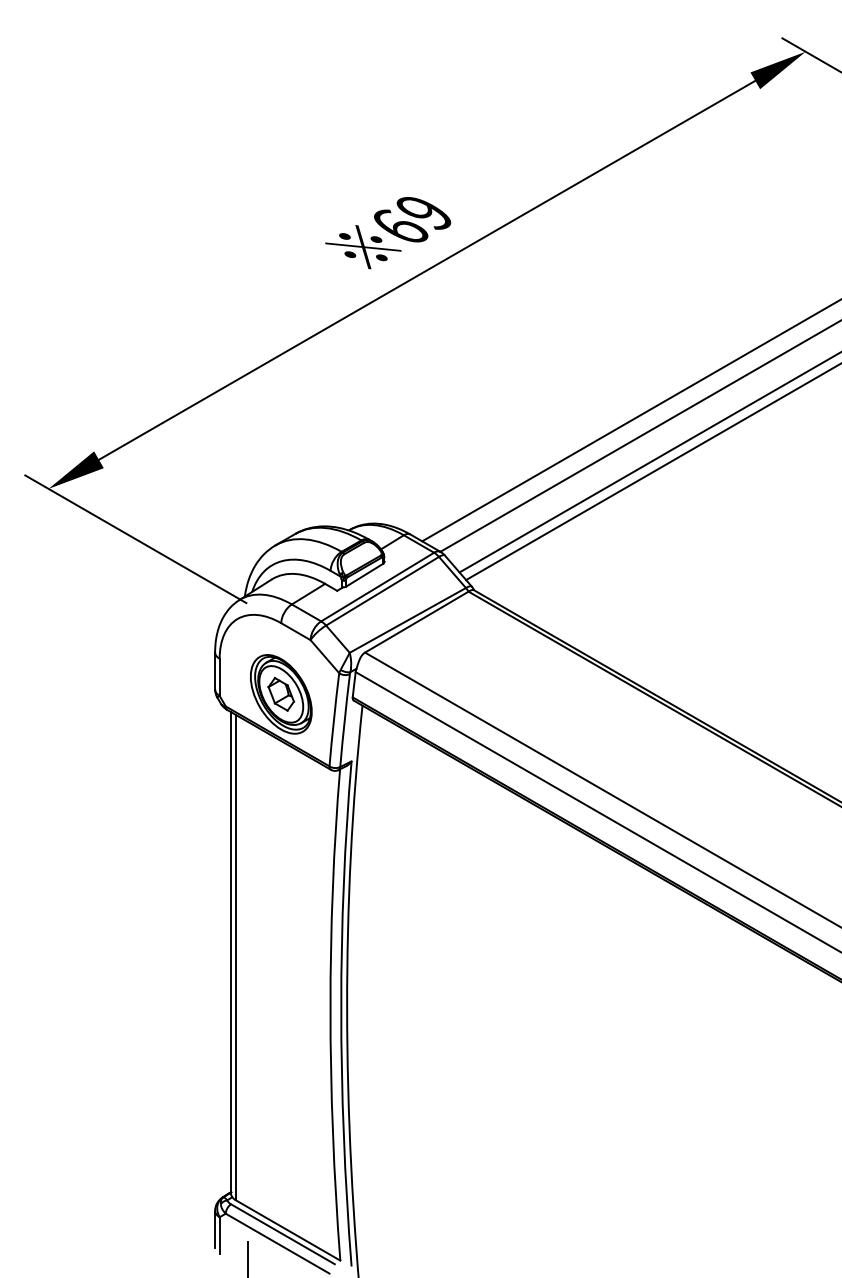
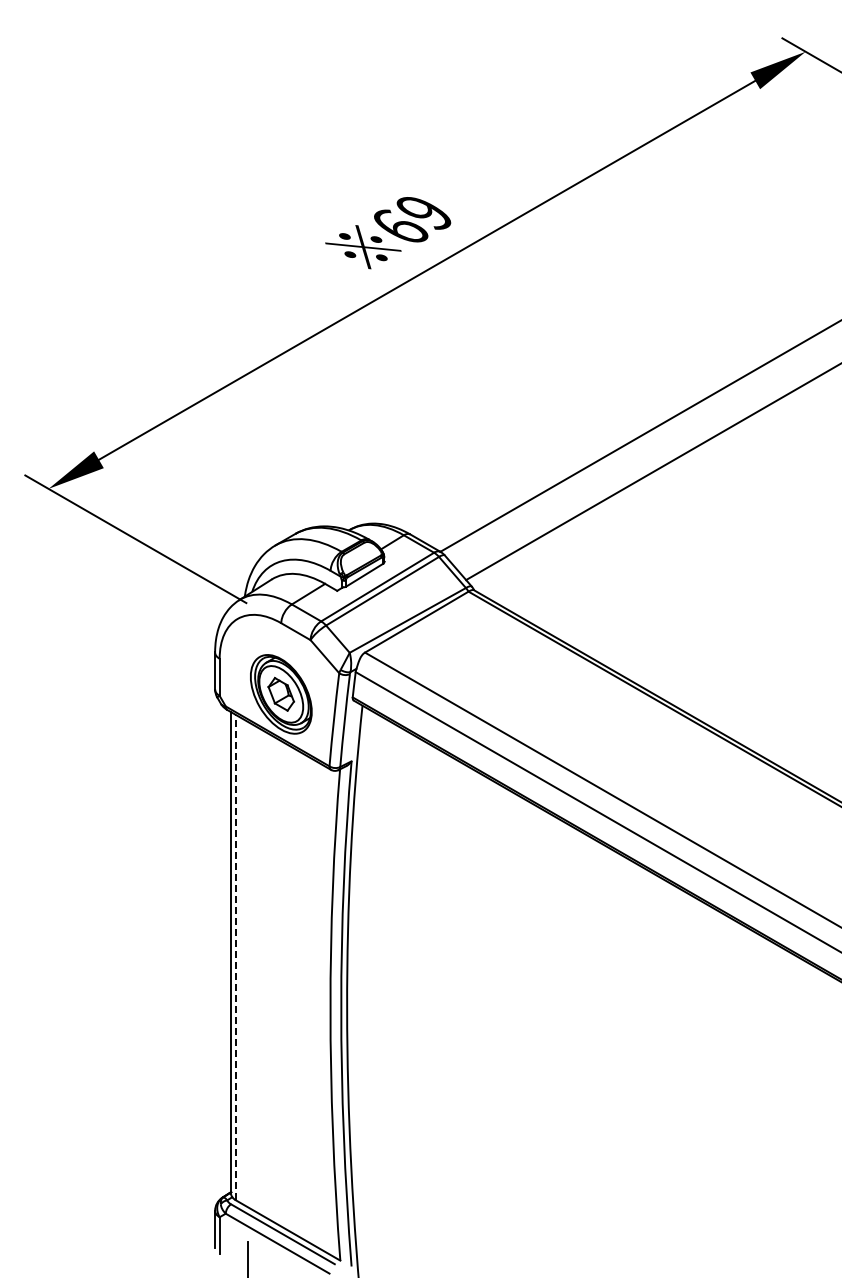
line at (630, 421): present -> none
line at (648, 462): present -> none
line at (235, 957): solid -> dashed
